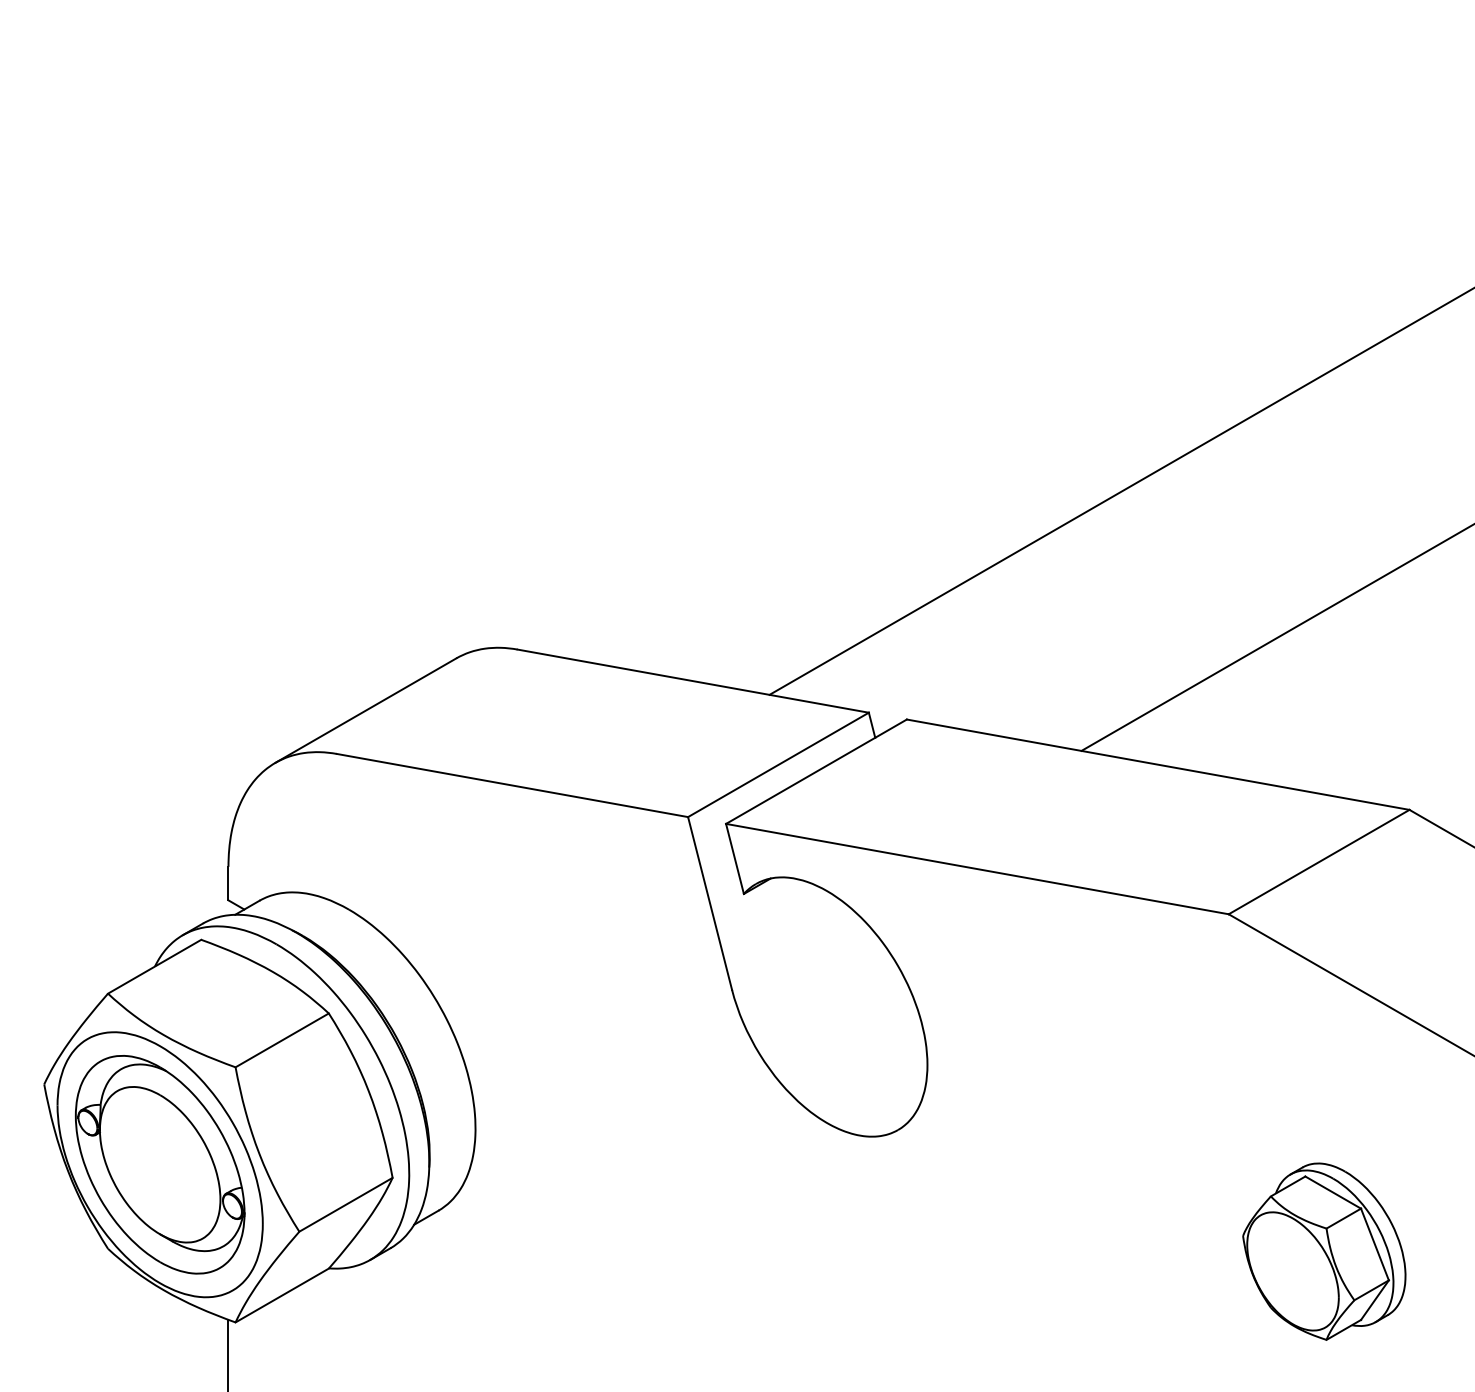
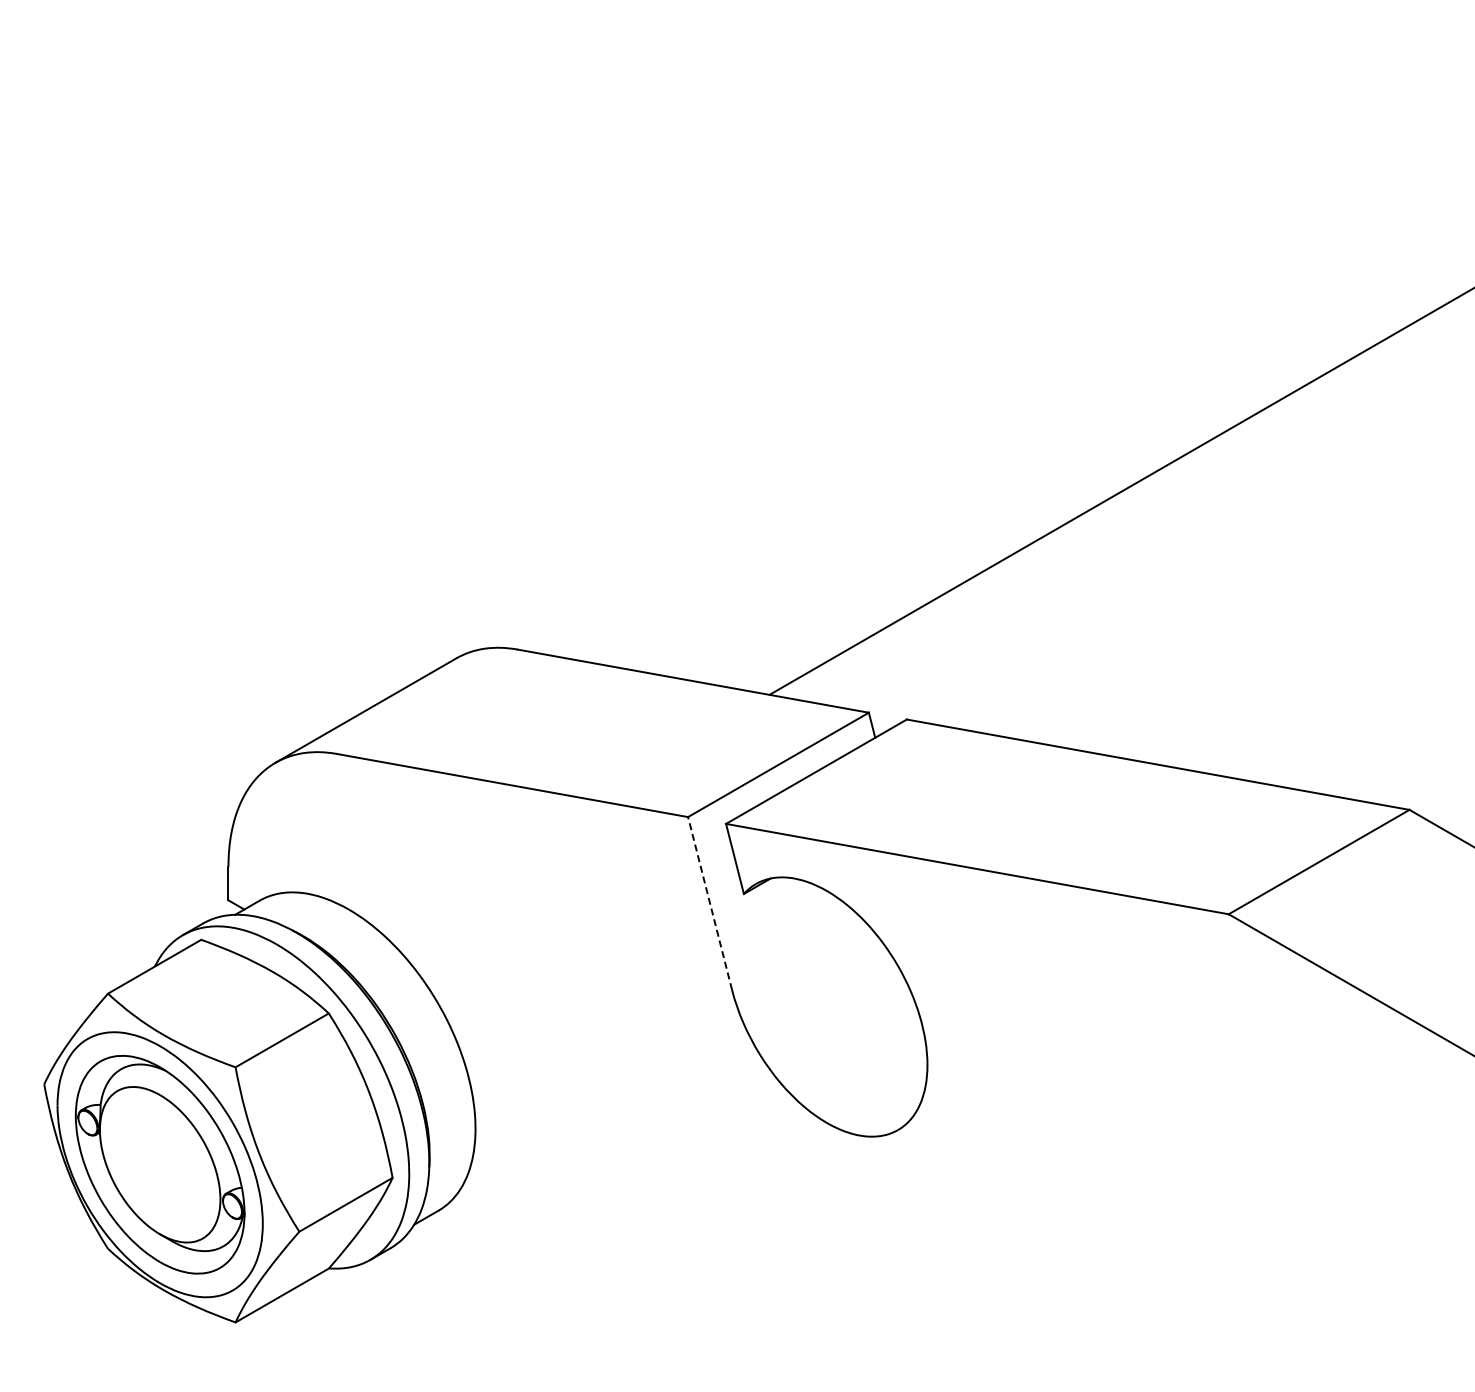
line at (1276, 637): present -> none
line at (709, 903): solid -> dashed
part at (1324, 1251): present -> none
line at (228, 1353): present -> none
